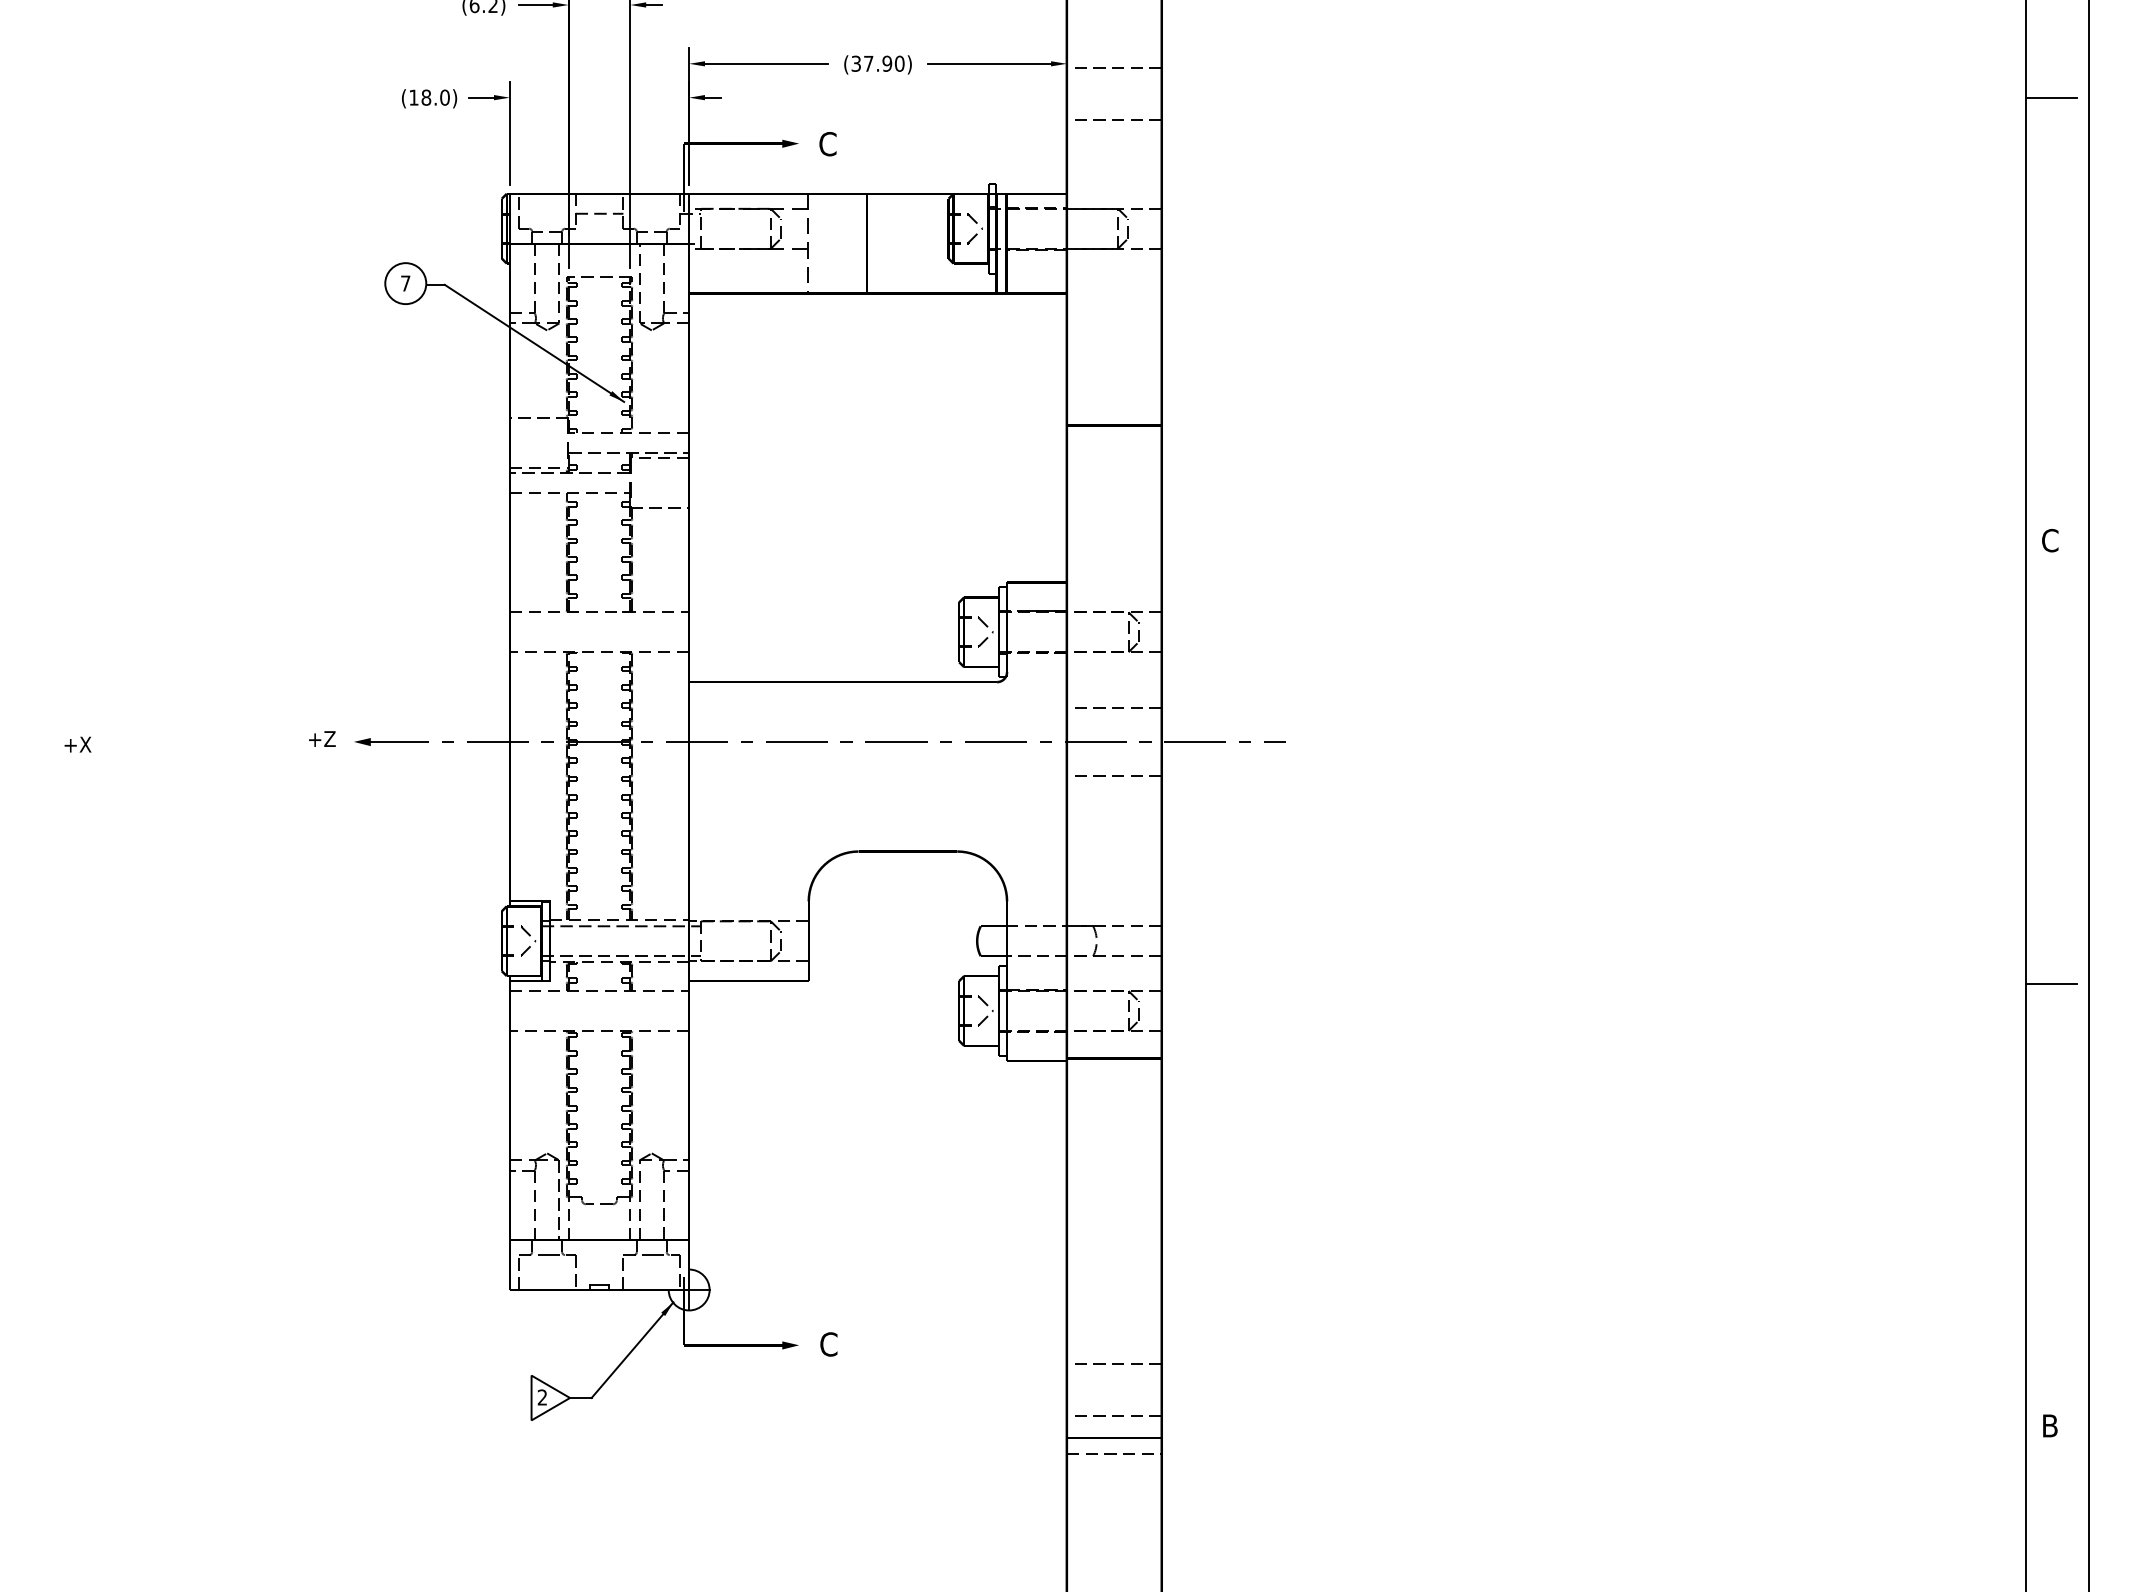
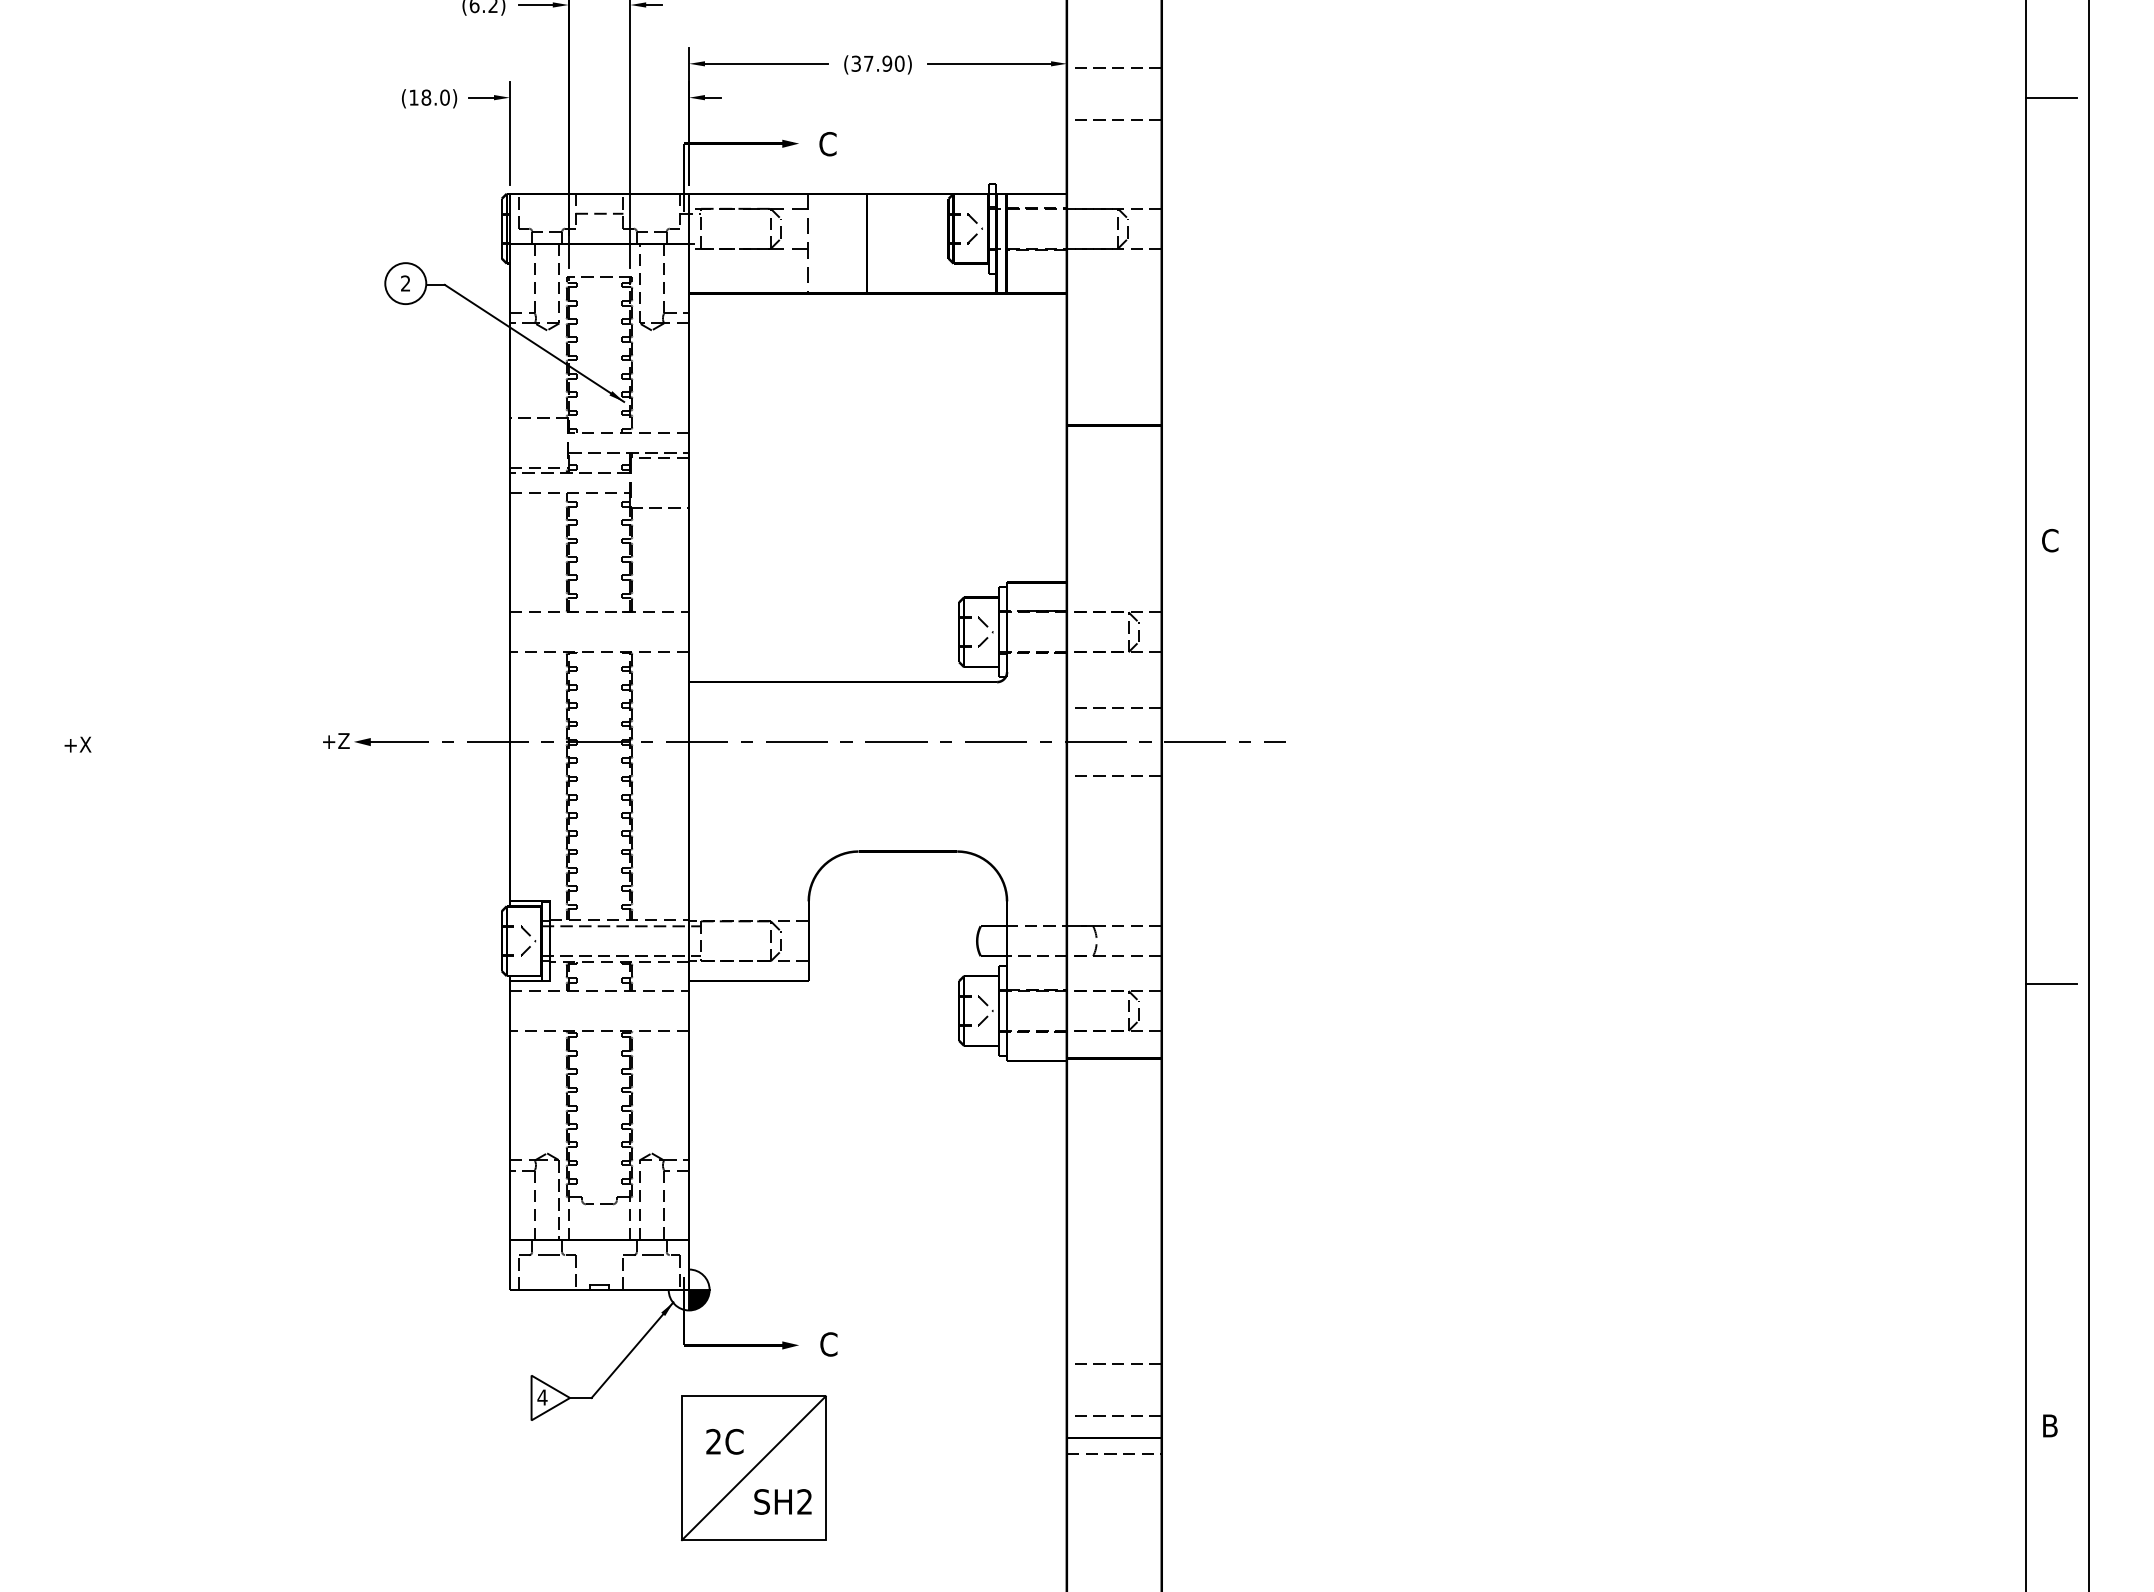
text at (405, 283): 7 -> 2
text at (322, 738) position: (322, 738) -> (336, 740)
fill at (699, 1300): none -> present
text at (542, 1397): 2 -> 4
part at (753, 1468): none -> present
